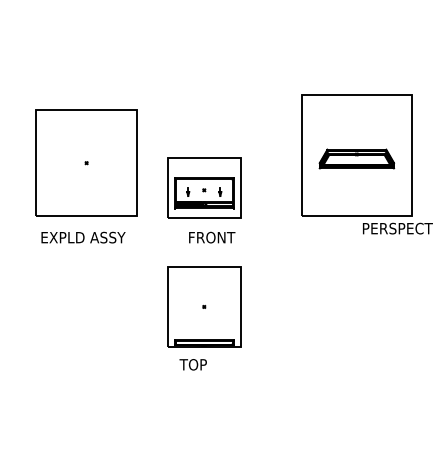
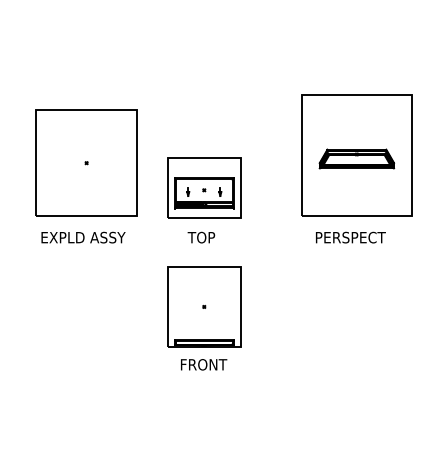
text at (397, 228) position: (397, 228) -> (350, 237)
text at (211, 237): FRONT -> TOP
text at (203, 364): TOP -> FRONT
